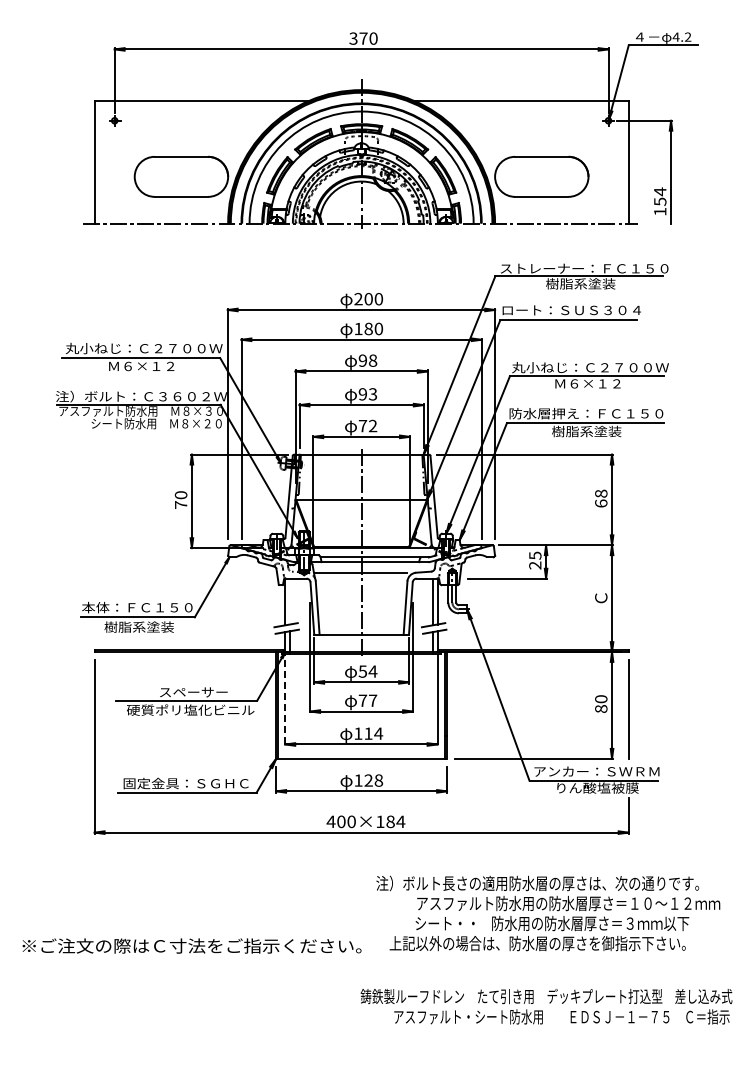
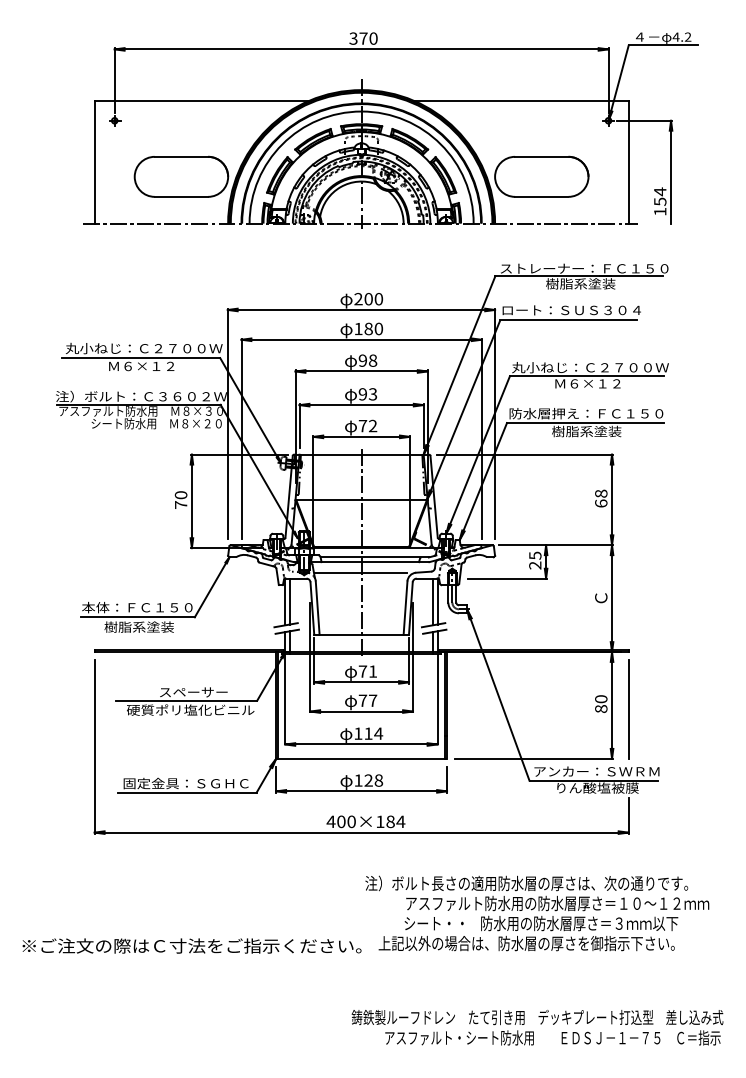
line at (290, 601): none -> present
text at (367, 671): 54 -> 71
line at (285, 699): dashed -> solid
text at (548, 913) position: (548, 913) -> (537, 913)
text at (546, 1006) position: (546, 1006) -> (537, 1027)
